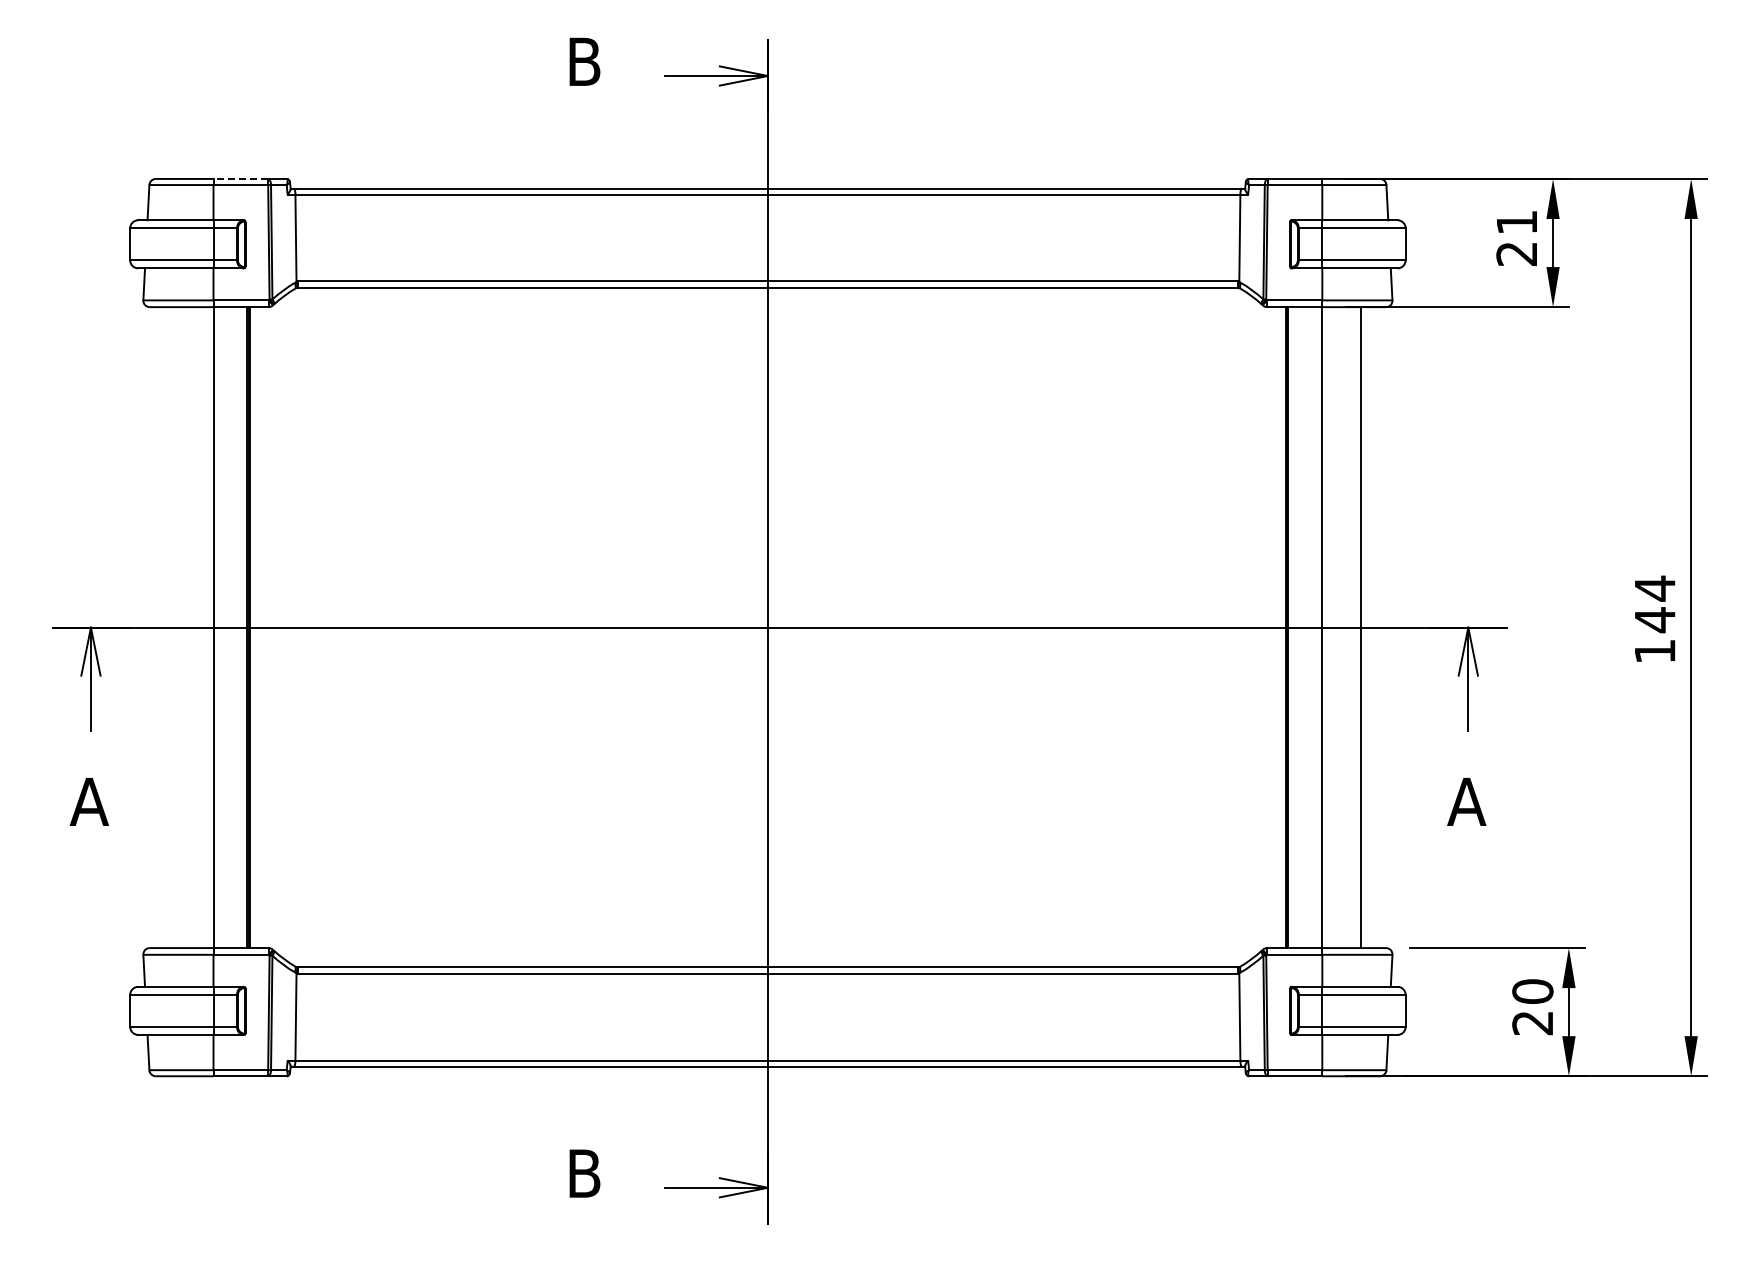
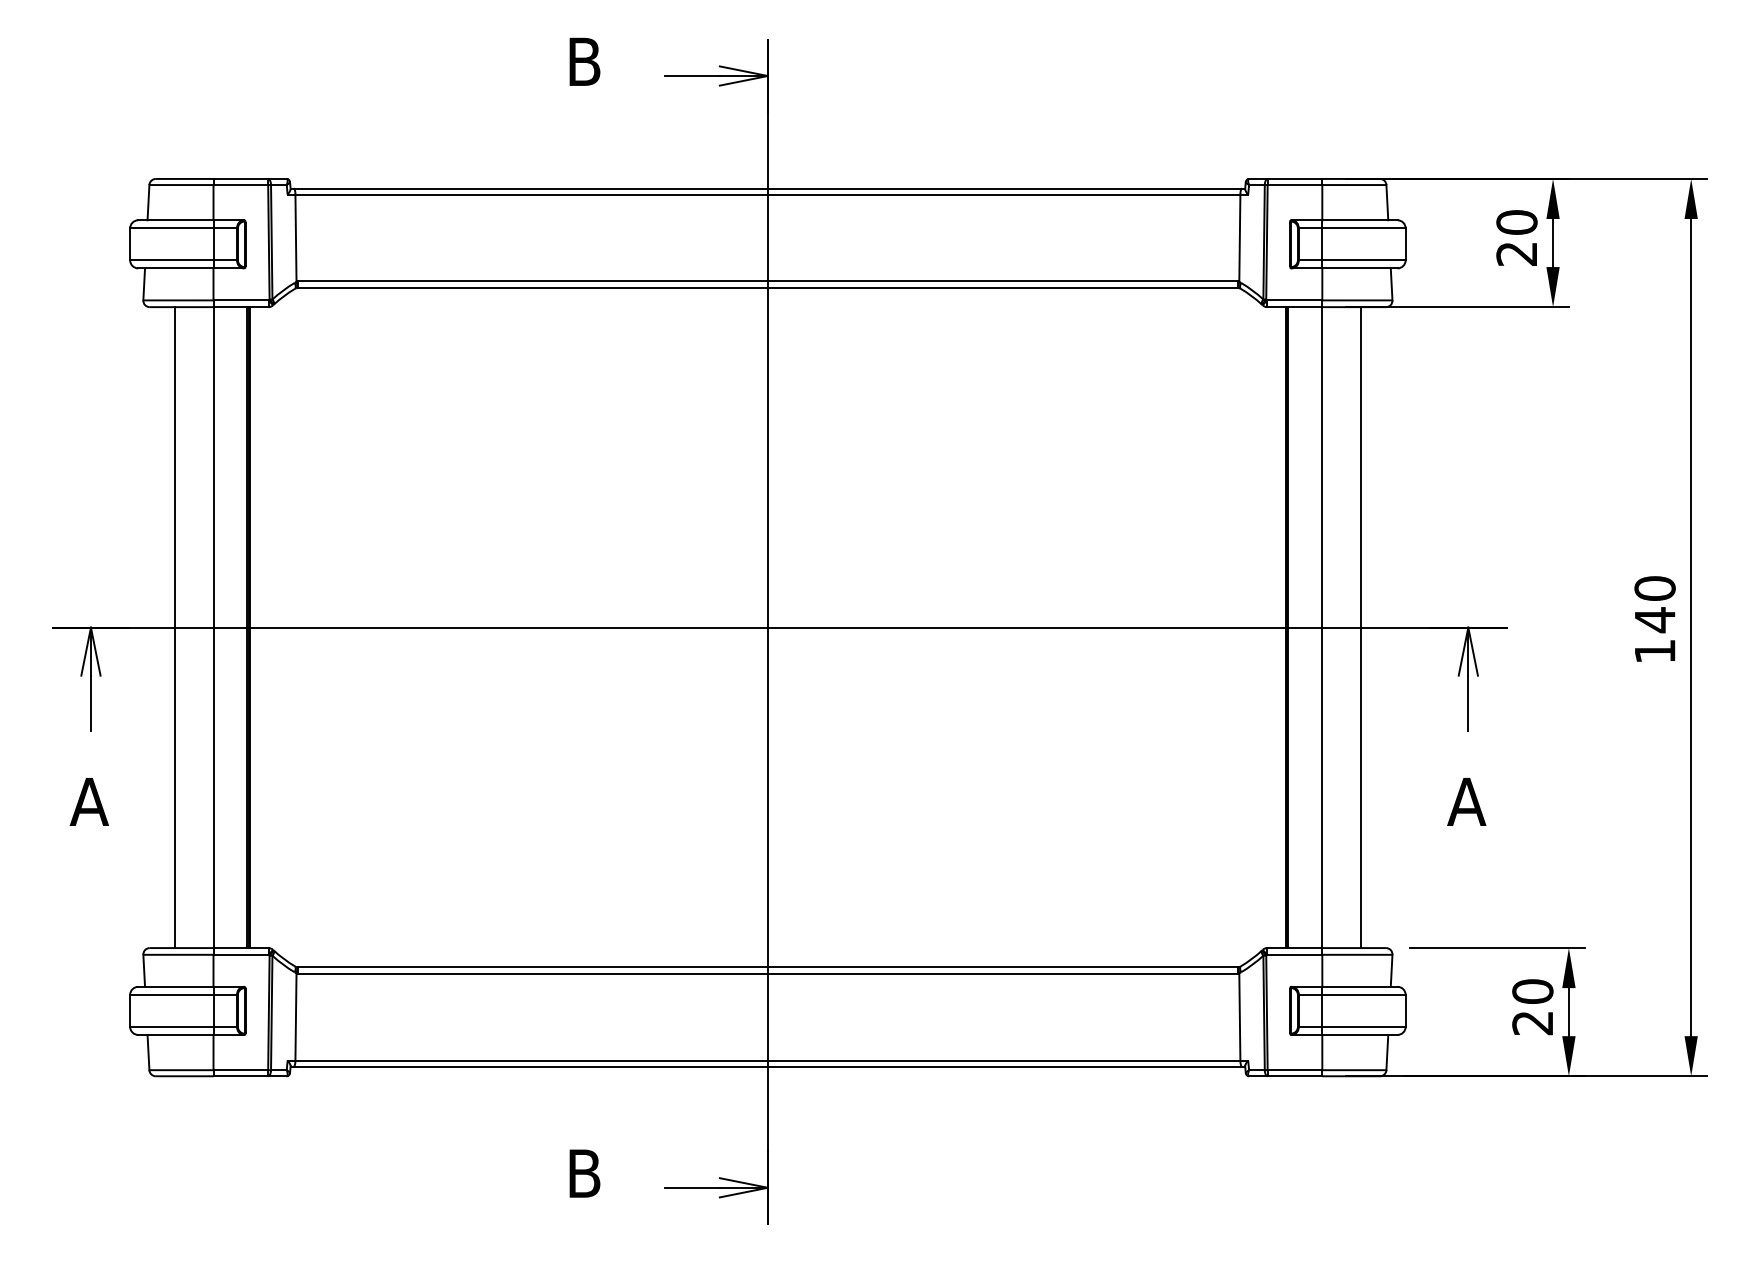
line at (240, 178): dashed -> solid
text at (1516, 222): 21 -> 20
text at (1654, 588): 144 -> 140
line at (175, 627): none -> present
